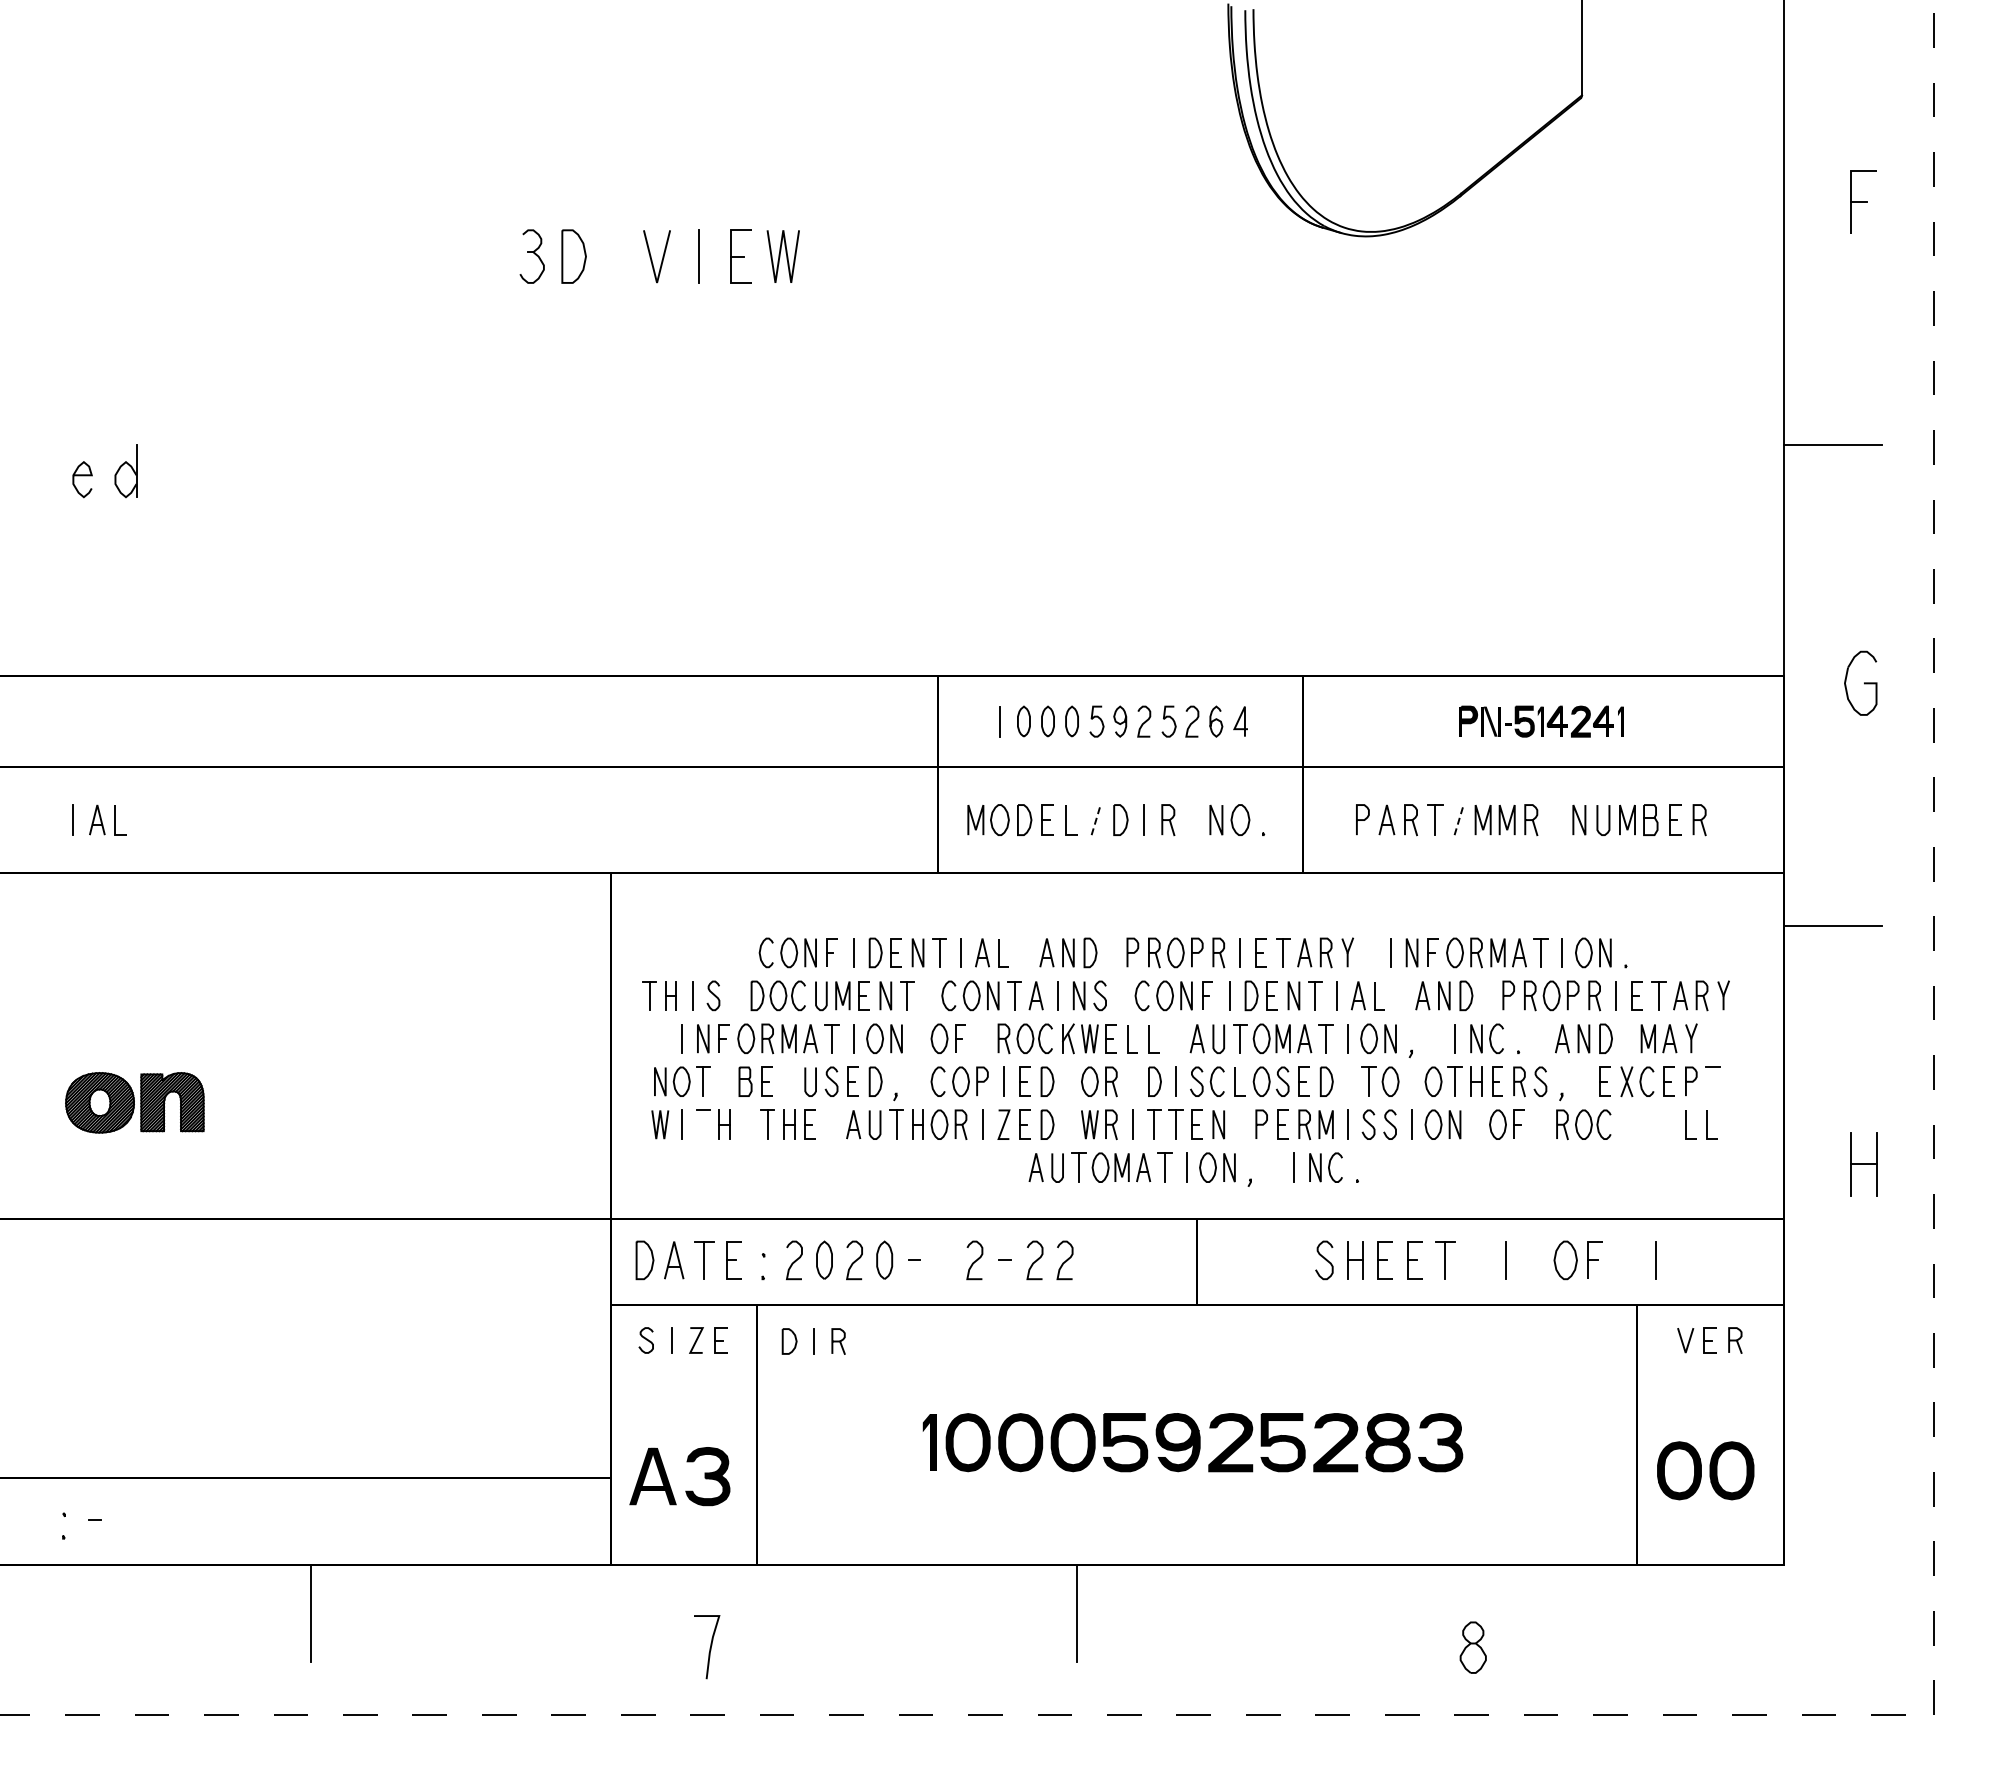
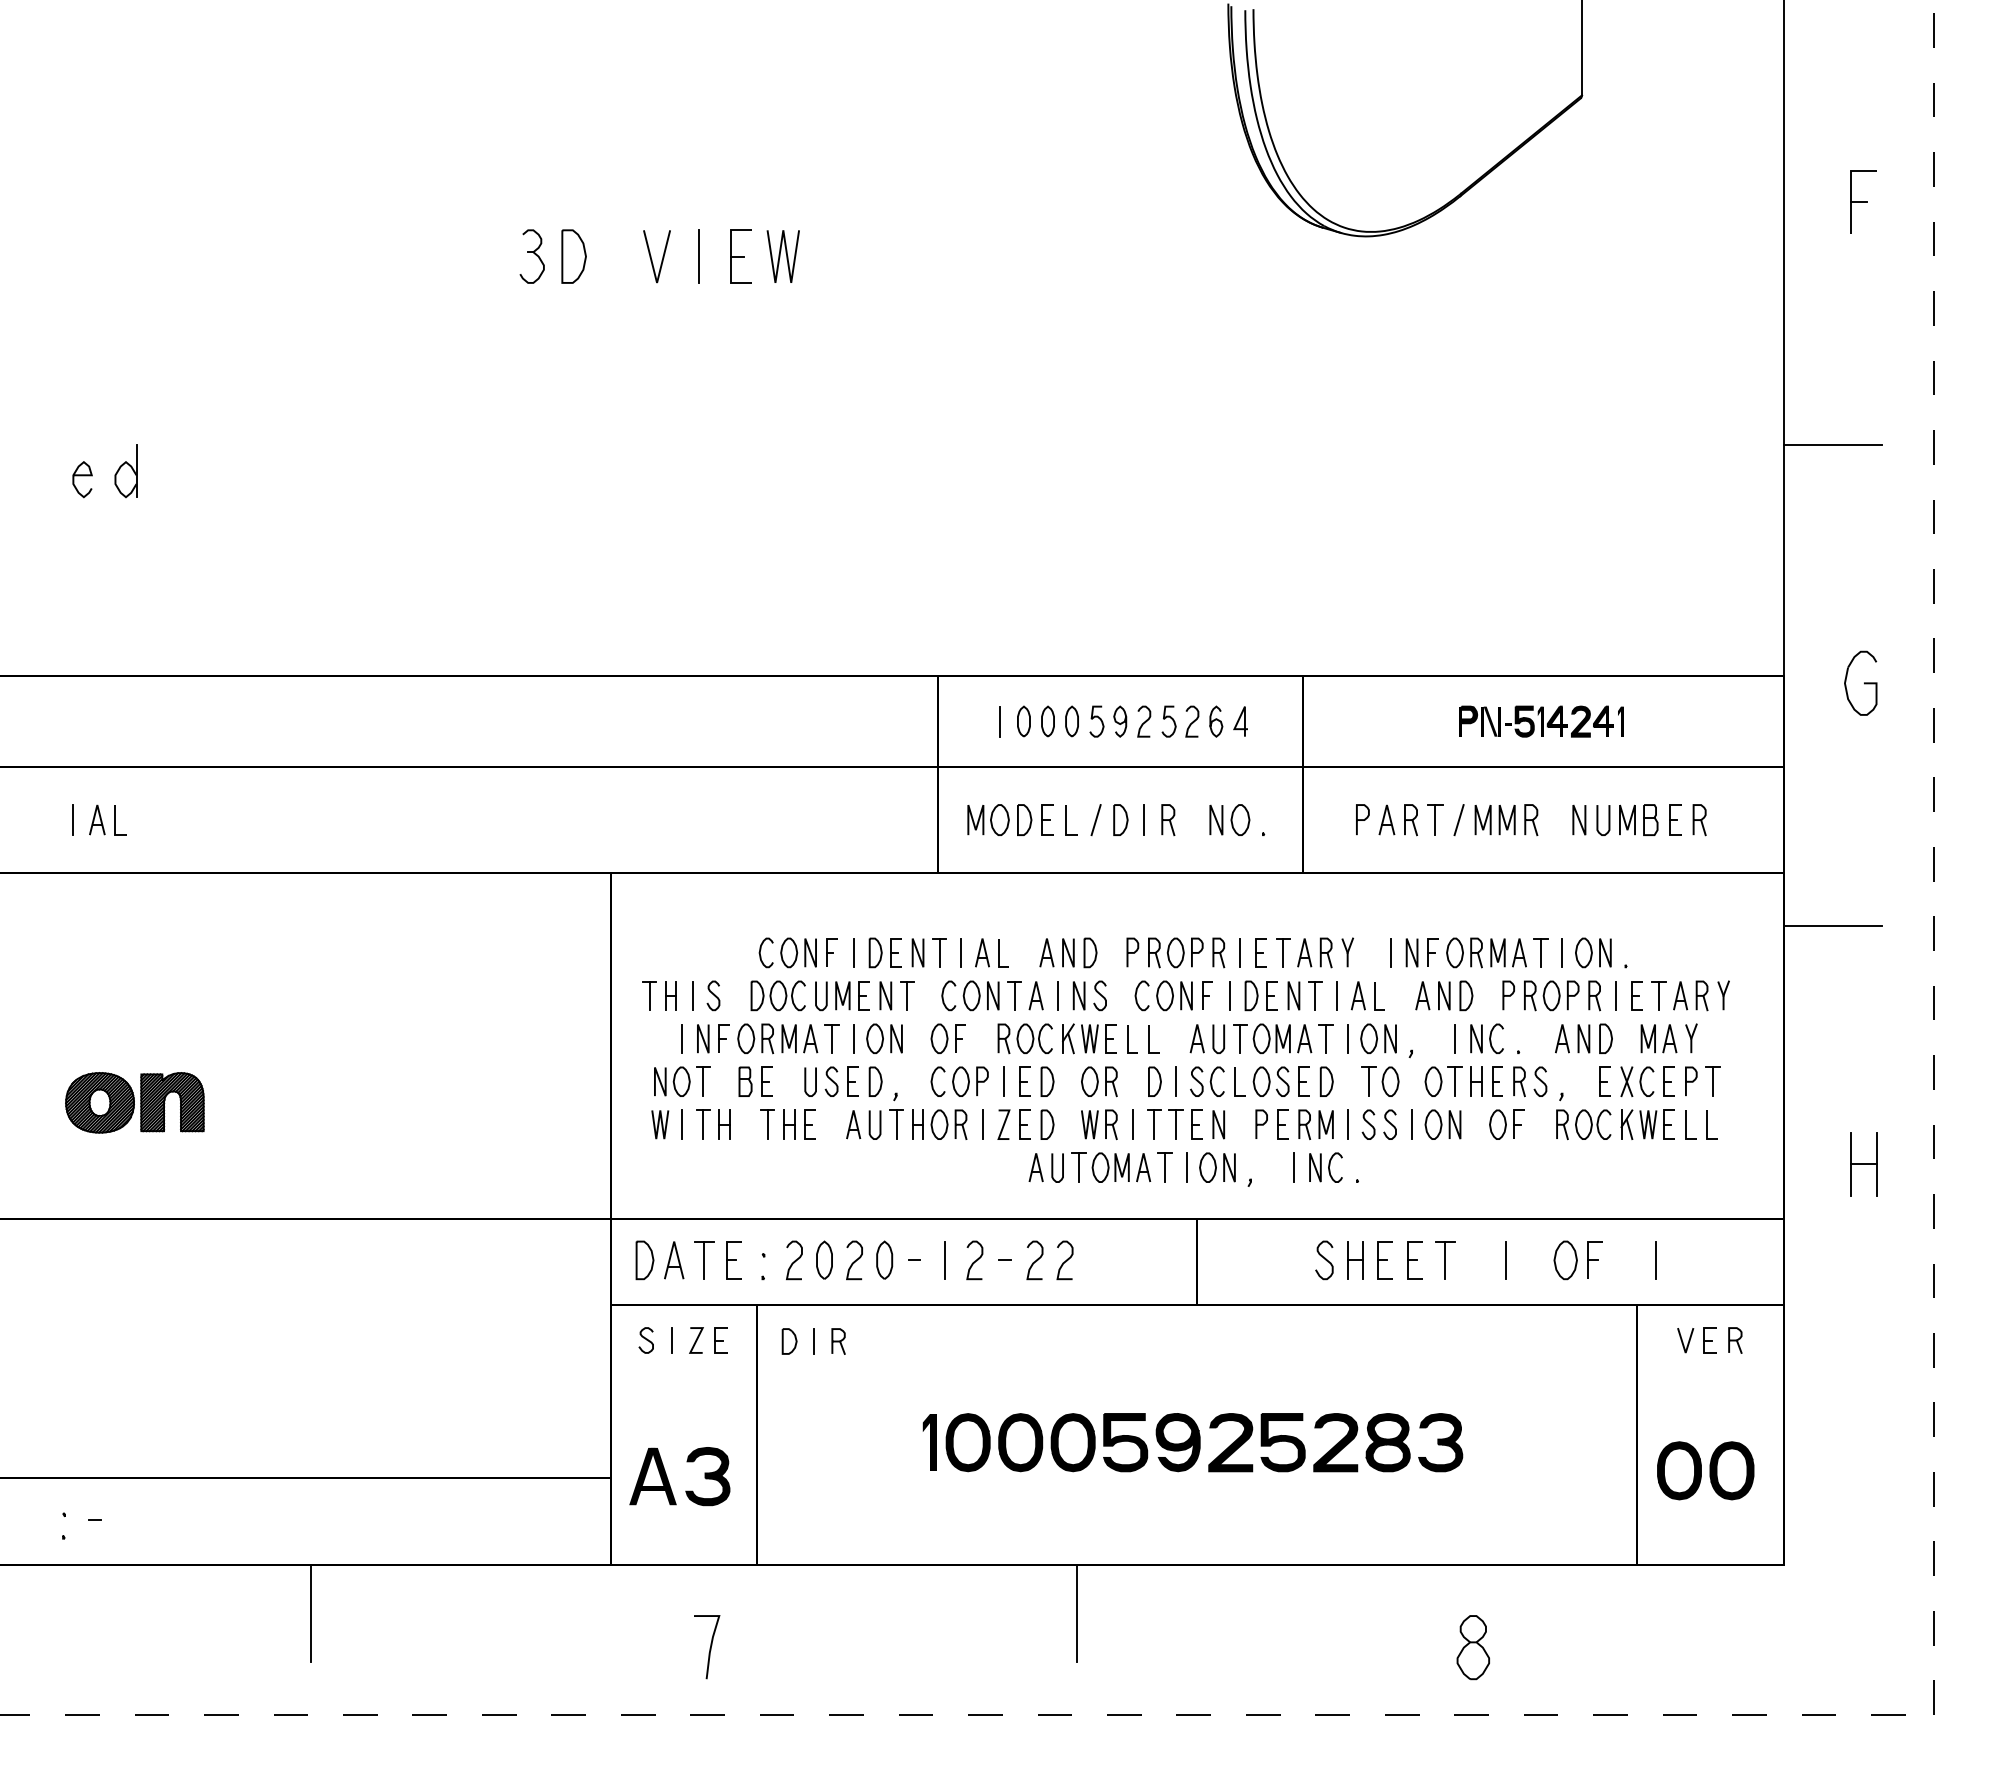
line at (1096, 820): dashed -> solid
line at (1459, 820): dashed -> solid
line at (1712, 1081): none -> present
line at (703, 1124): none -> present
part at (1647, 1124): none -> present
line at (944, 1260): none -> present
part at (1472, 1647) size: 28x53 px -> 34x66 px
